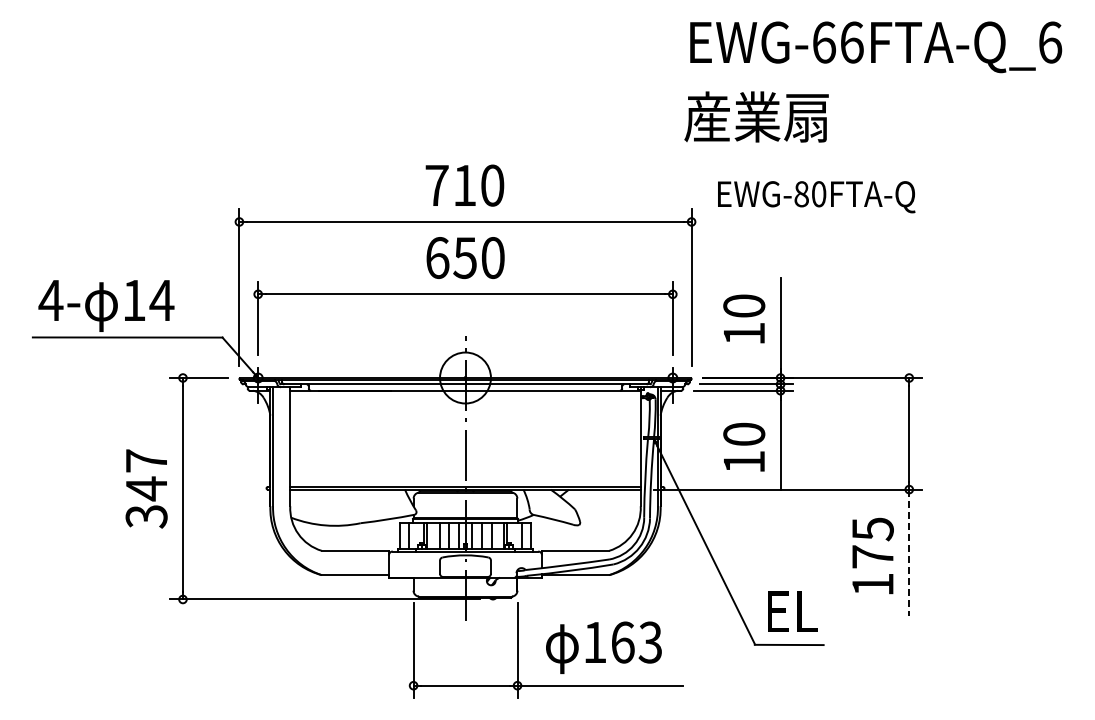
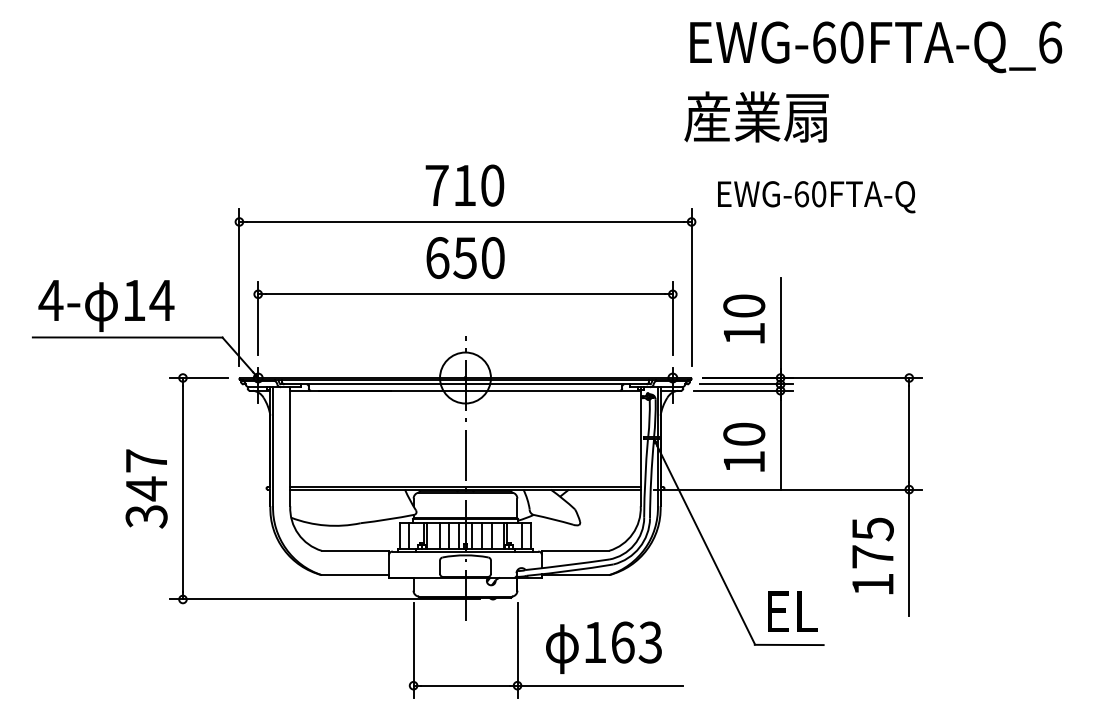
text at (851, 42): EWG-66FTA-Q_6 -> EWG-60FTA-Q_6
text at (801, 194): EWG-80FTA-Q -> EWG-60FTA-Q
line at (909, 553): dashed -> solid
